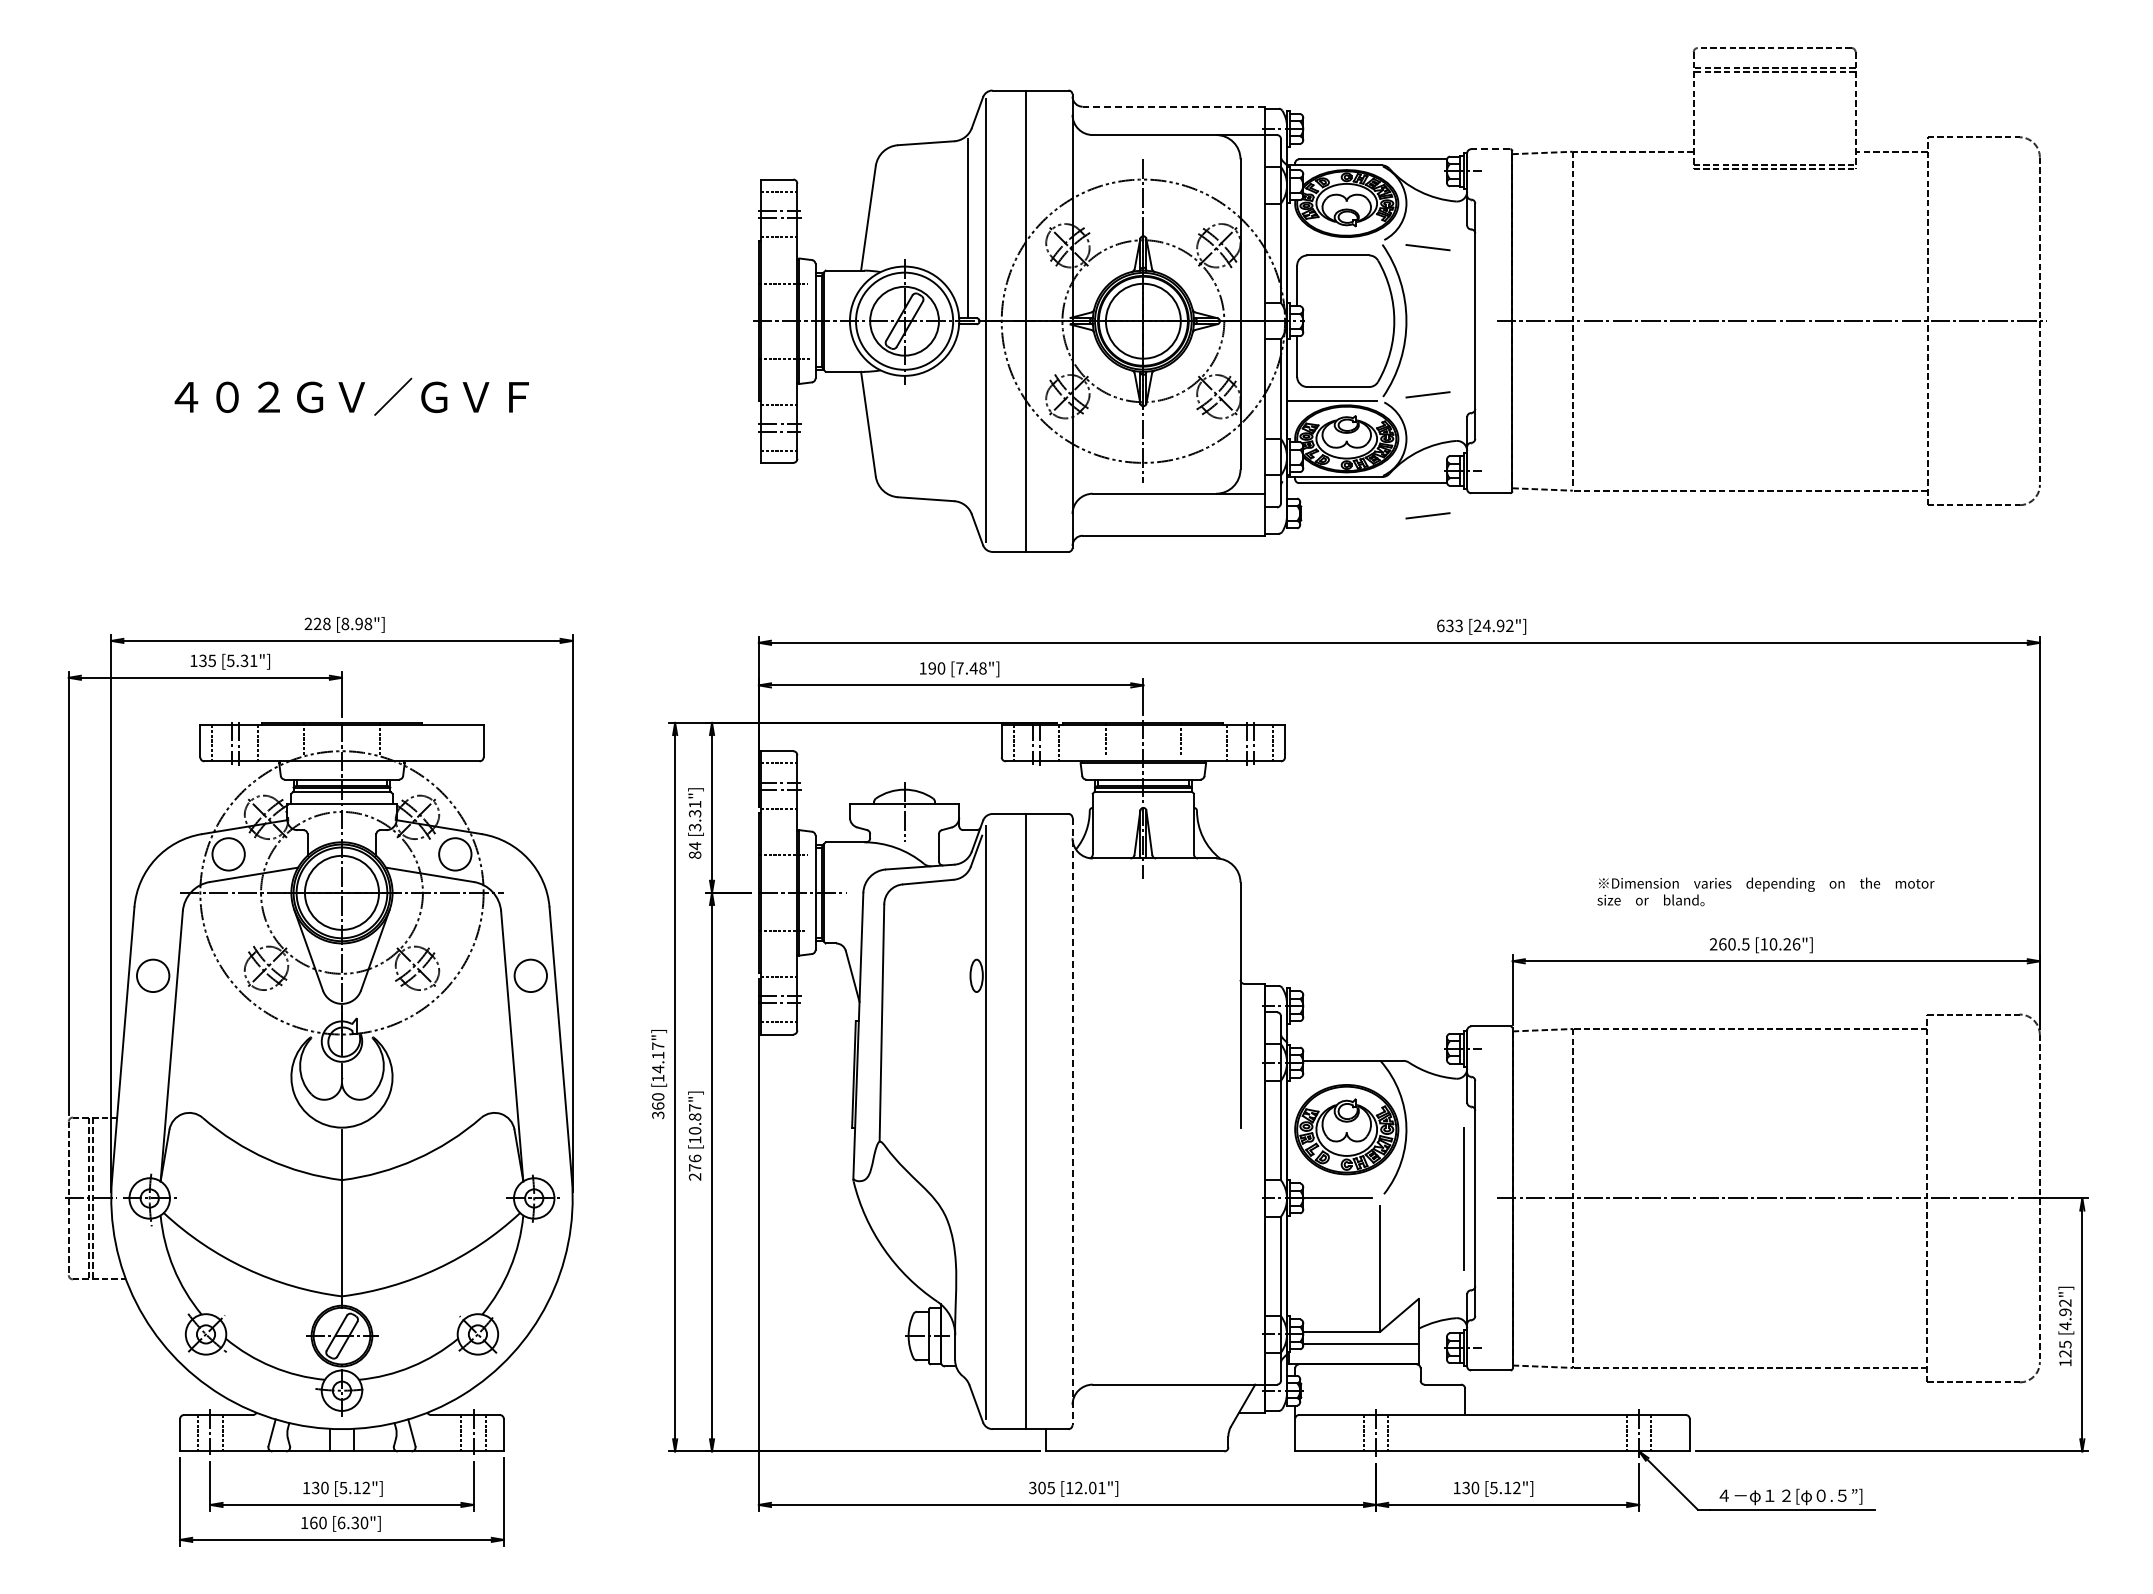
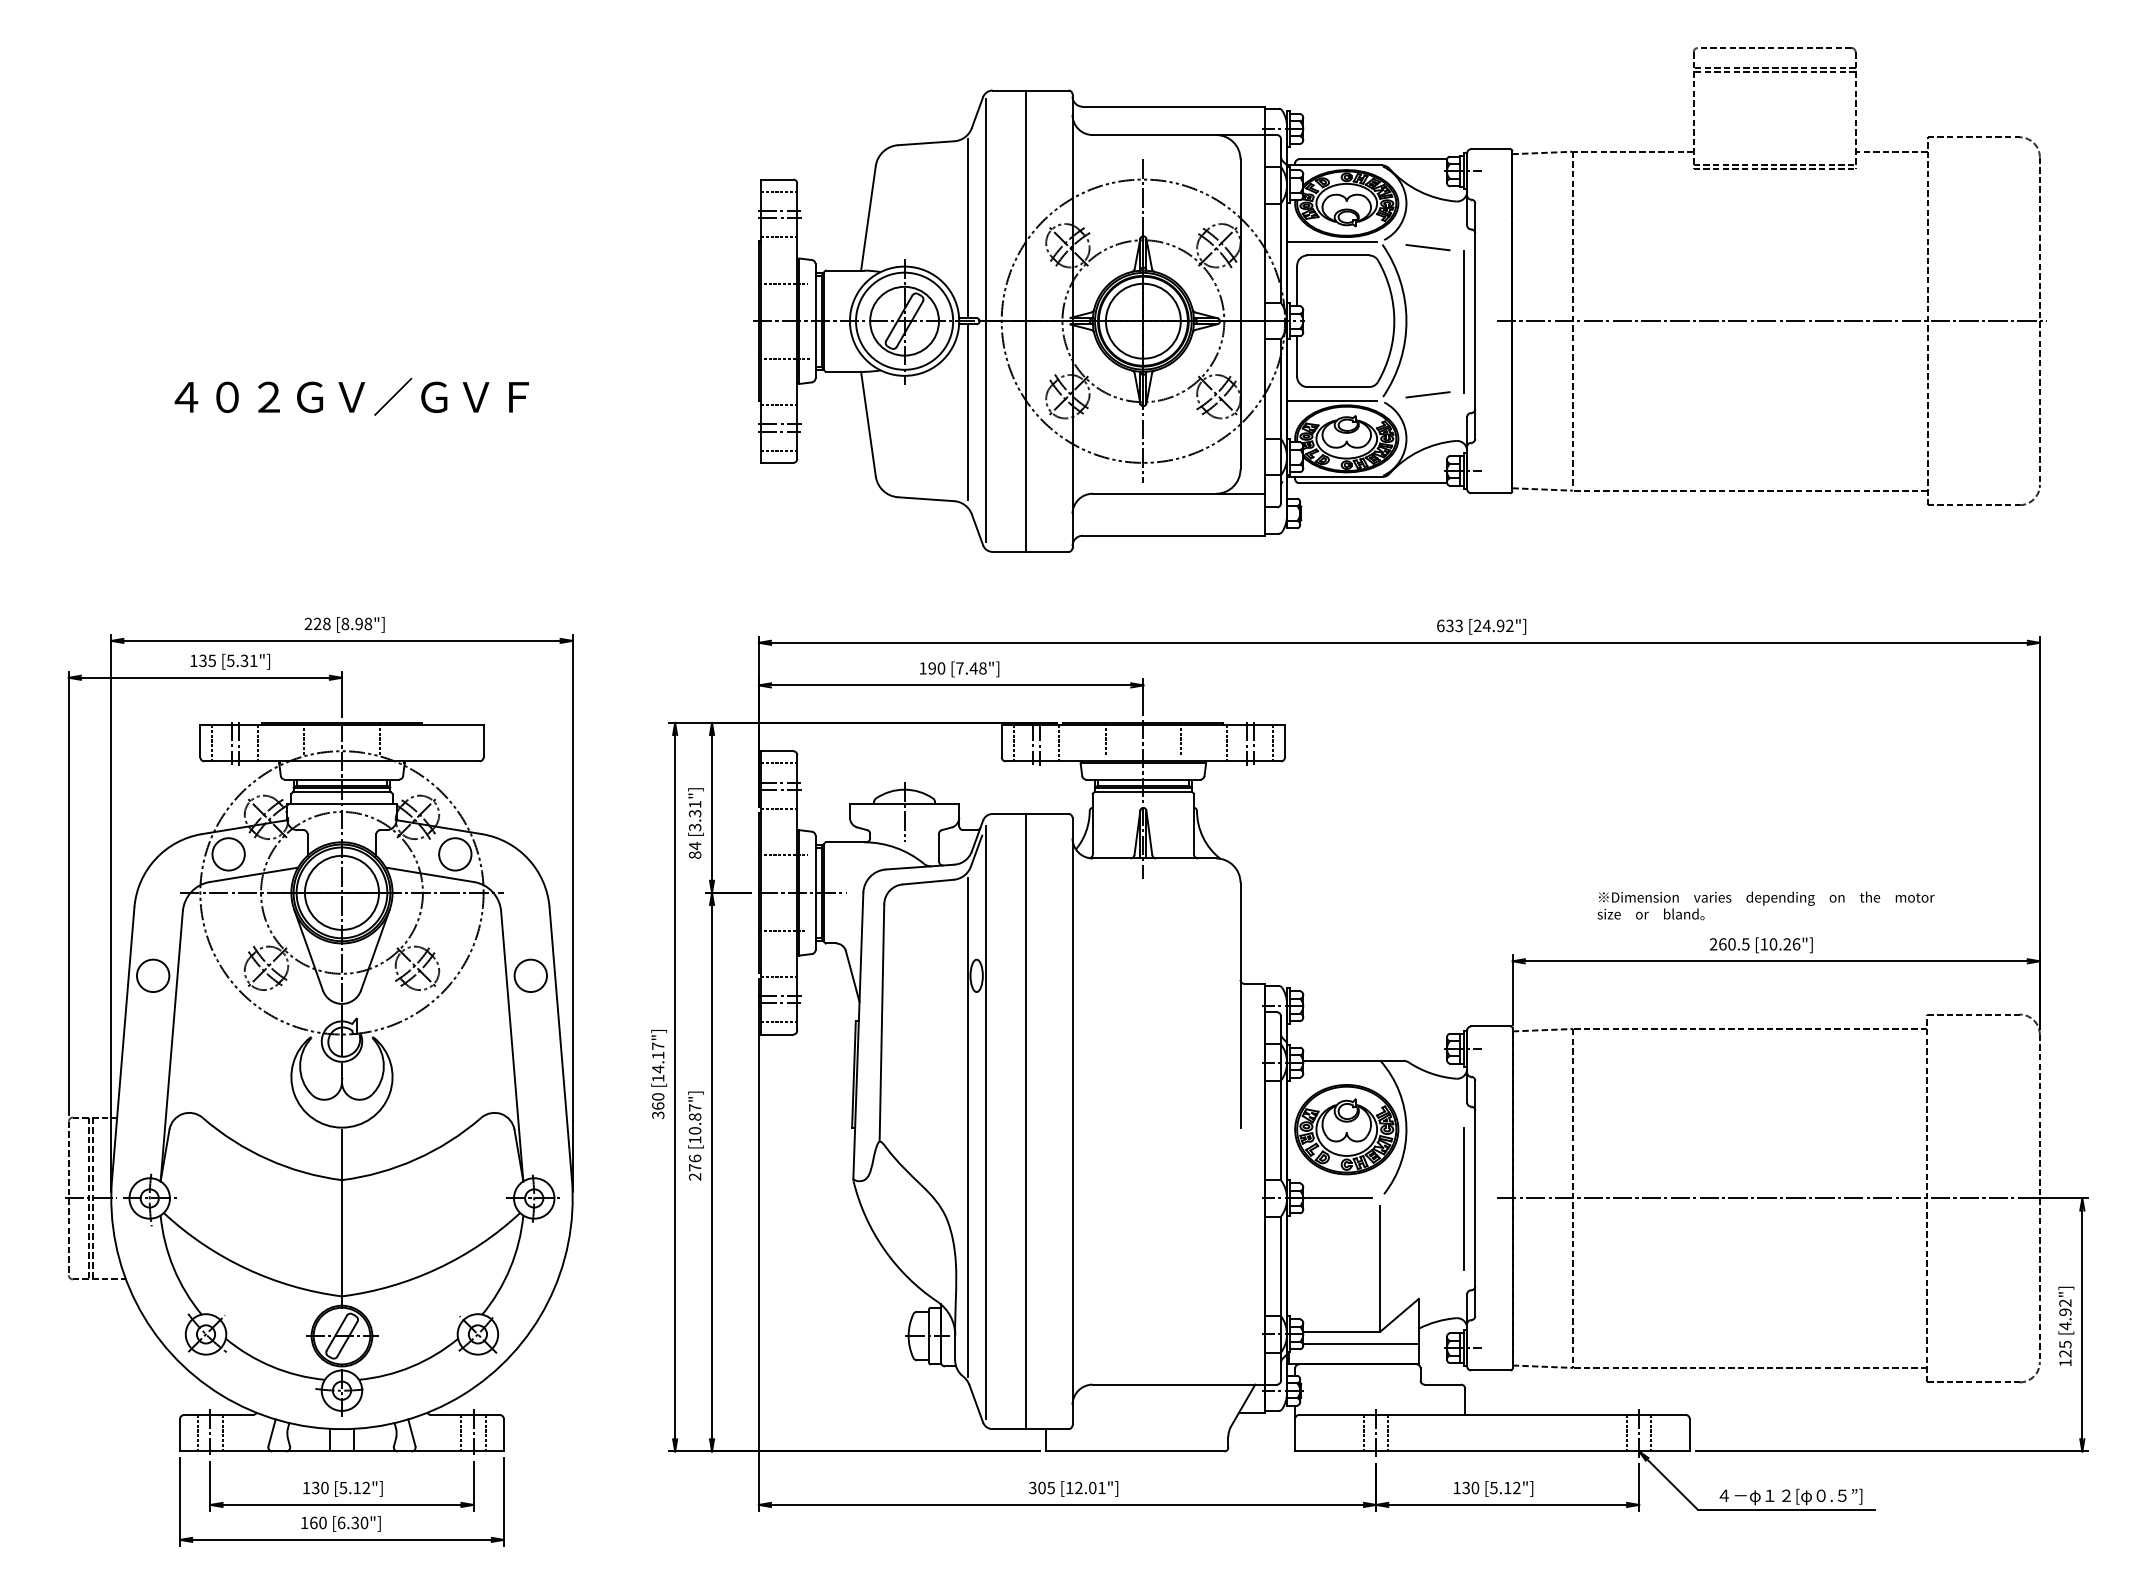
line at (1173, 106): dashed -> solid
line at (1490, 149): dashed -> solid
line at (1332, 241): none -> present
line at (1464, 321): none -> present
line at (967, 411): none -> present
line at (1427, 515): present -> none
text at (1765, 891) position: (1765, 891) -> (1765, 905)
line at (1072, 1121): dashed -> solid
line at (967, 1126): none -> present
